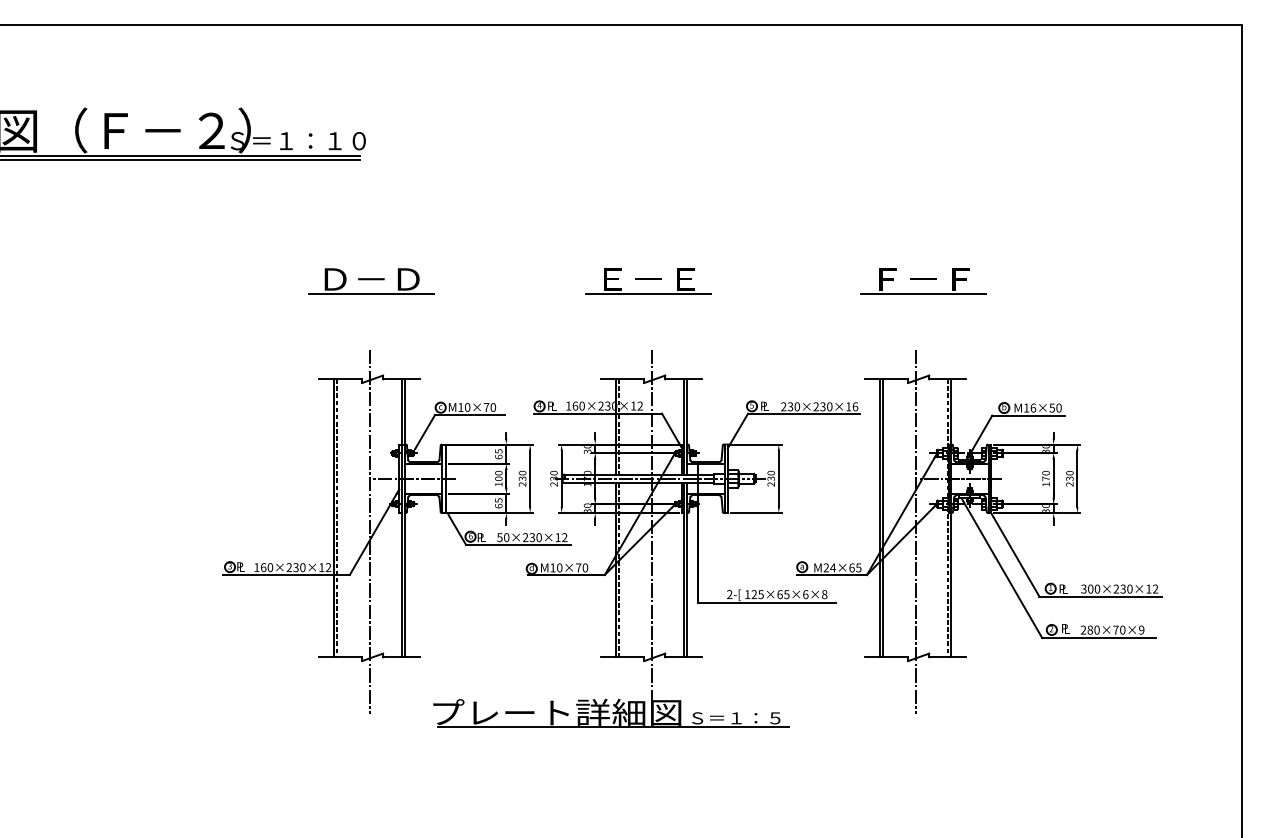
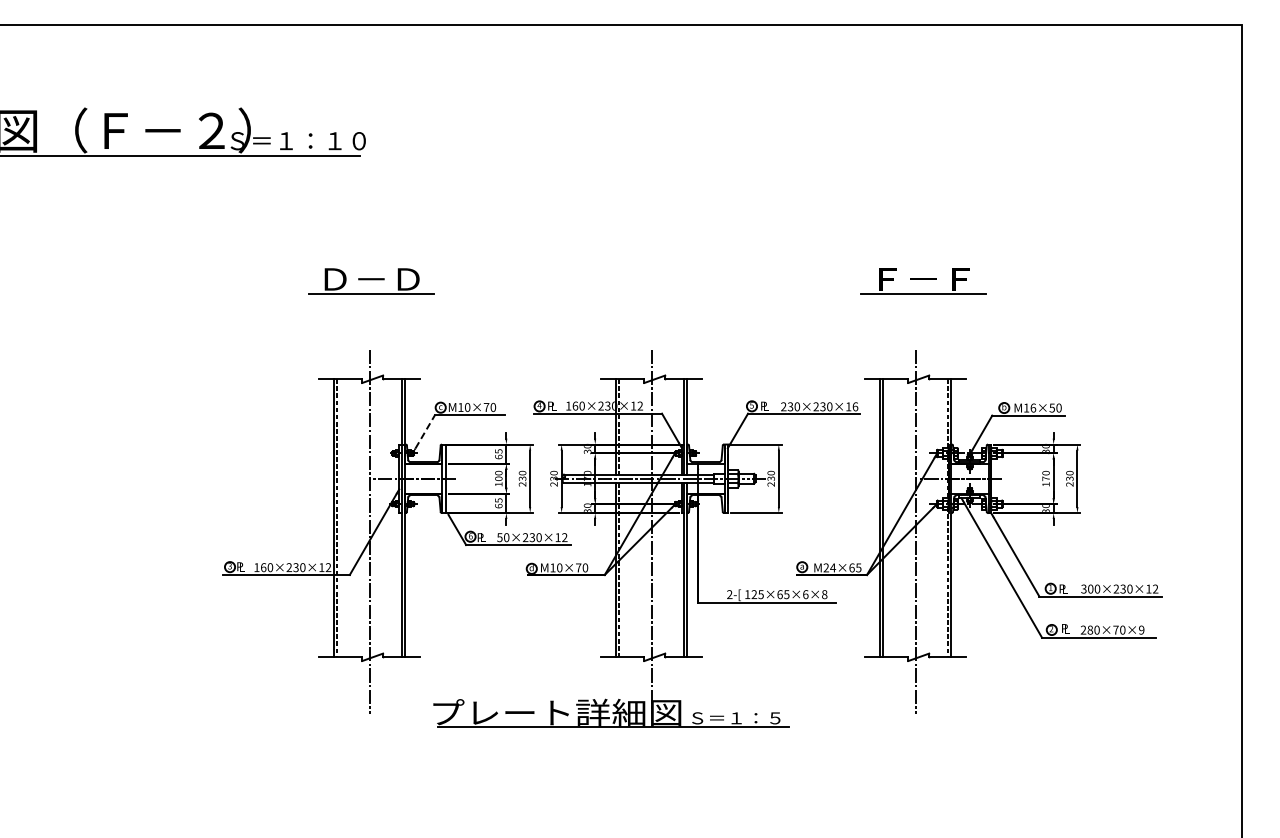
line at (180, 159): present -> none
part at (648, 281): present -> none
line at (425, 431): solid -> dashed
